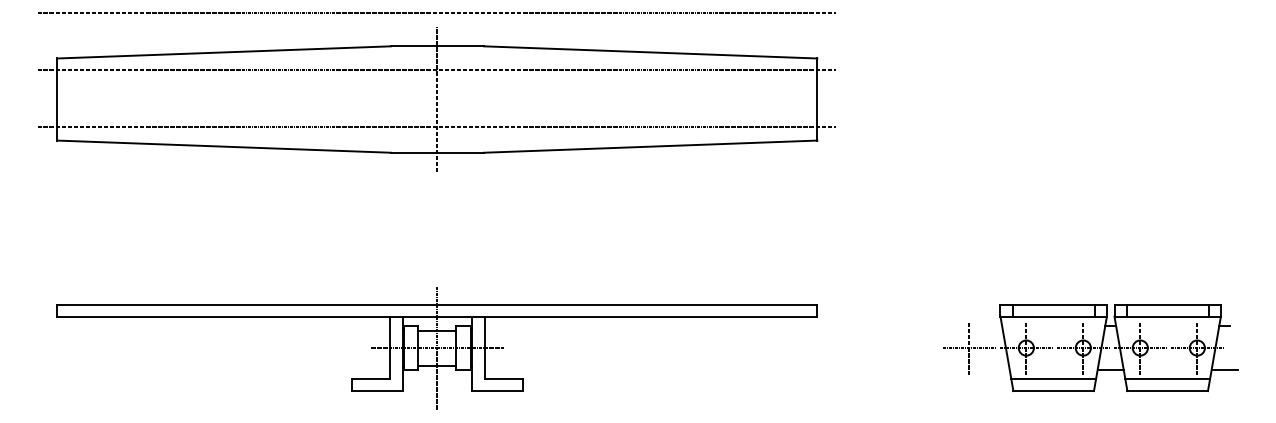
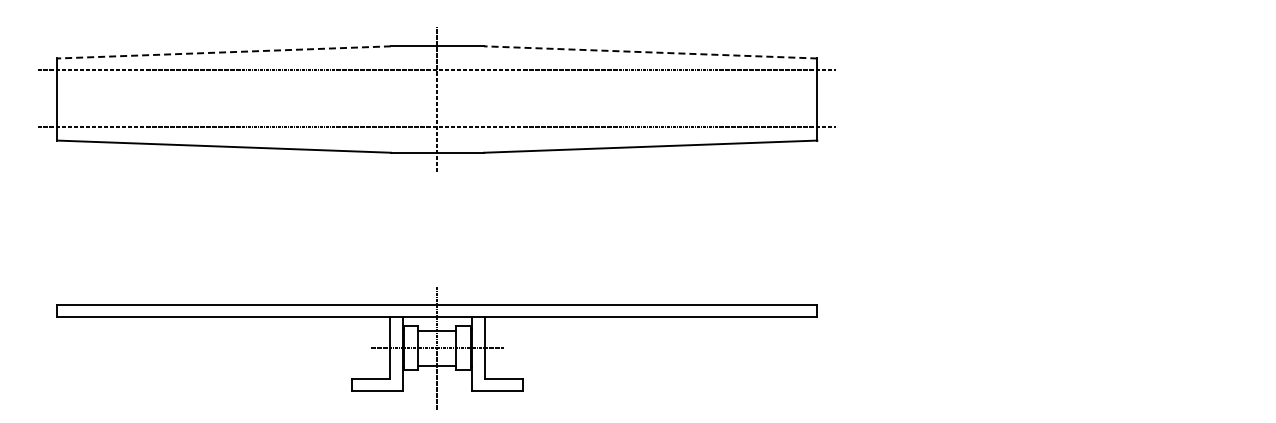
line at (437, 12): present -> none
line at (224, 52): solid -> dashed
line at (650, 52): solid -> dashed
part at (1090, 347): present -> none
